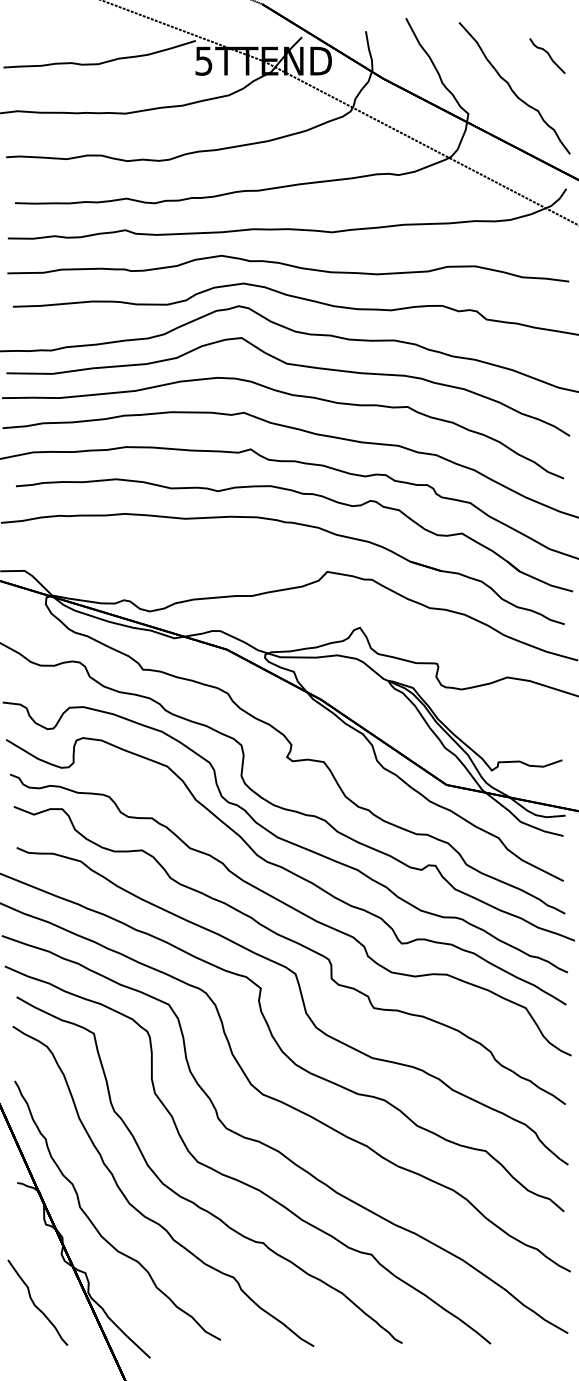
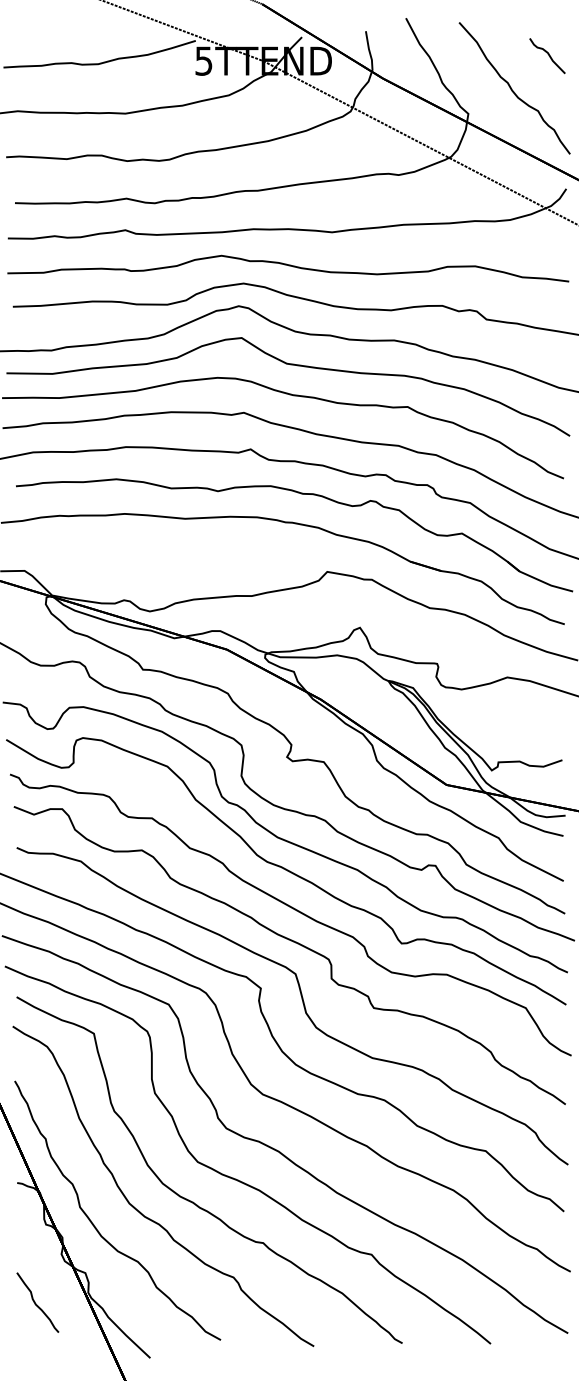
part at (37, 1302) size: 62x87 px -> 44x61 px
